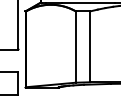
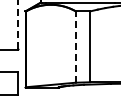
line at (17, 25): solid -> dashed
line at (75, 47): solid -> dashed
